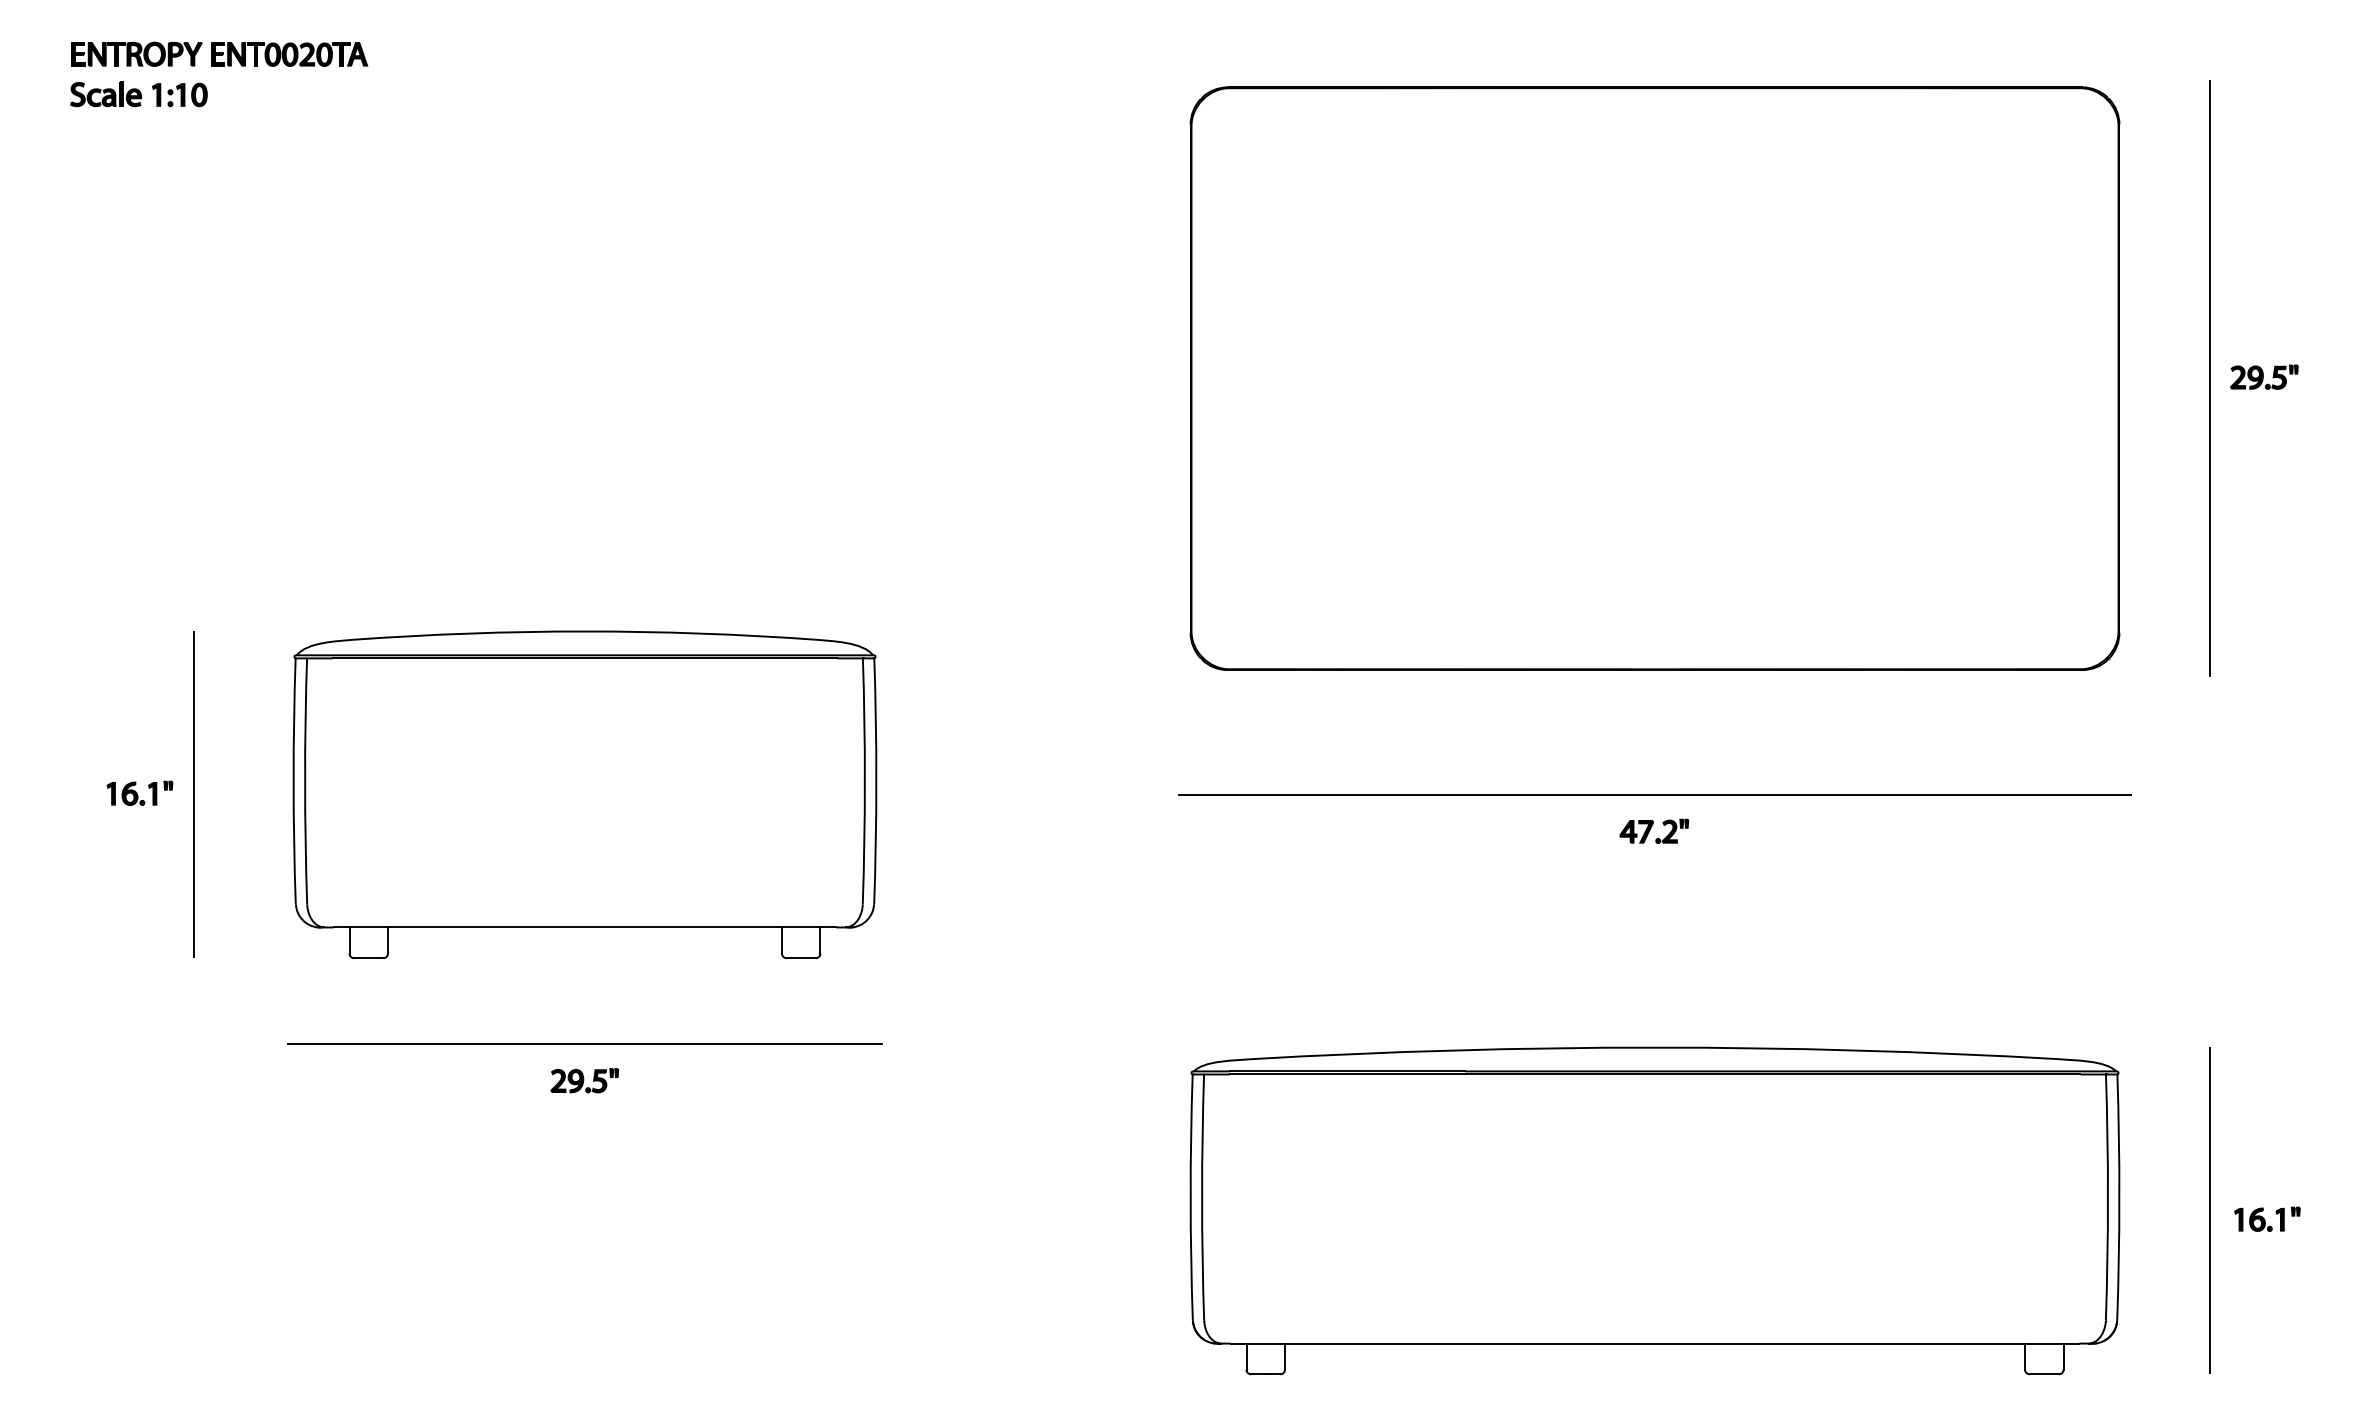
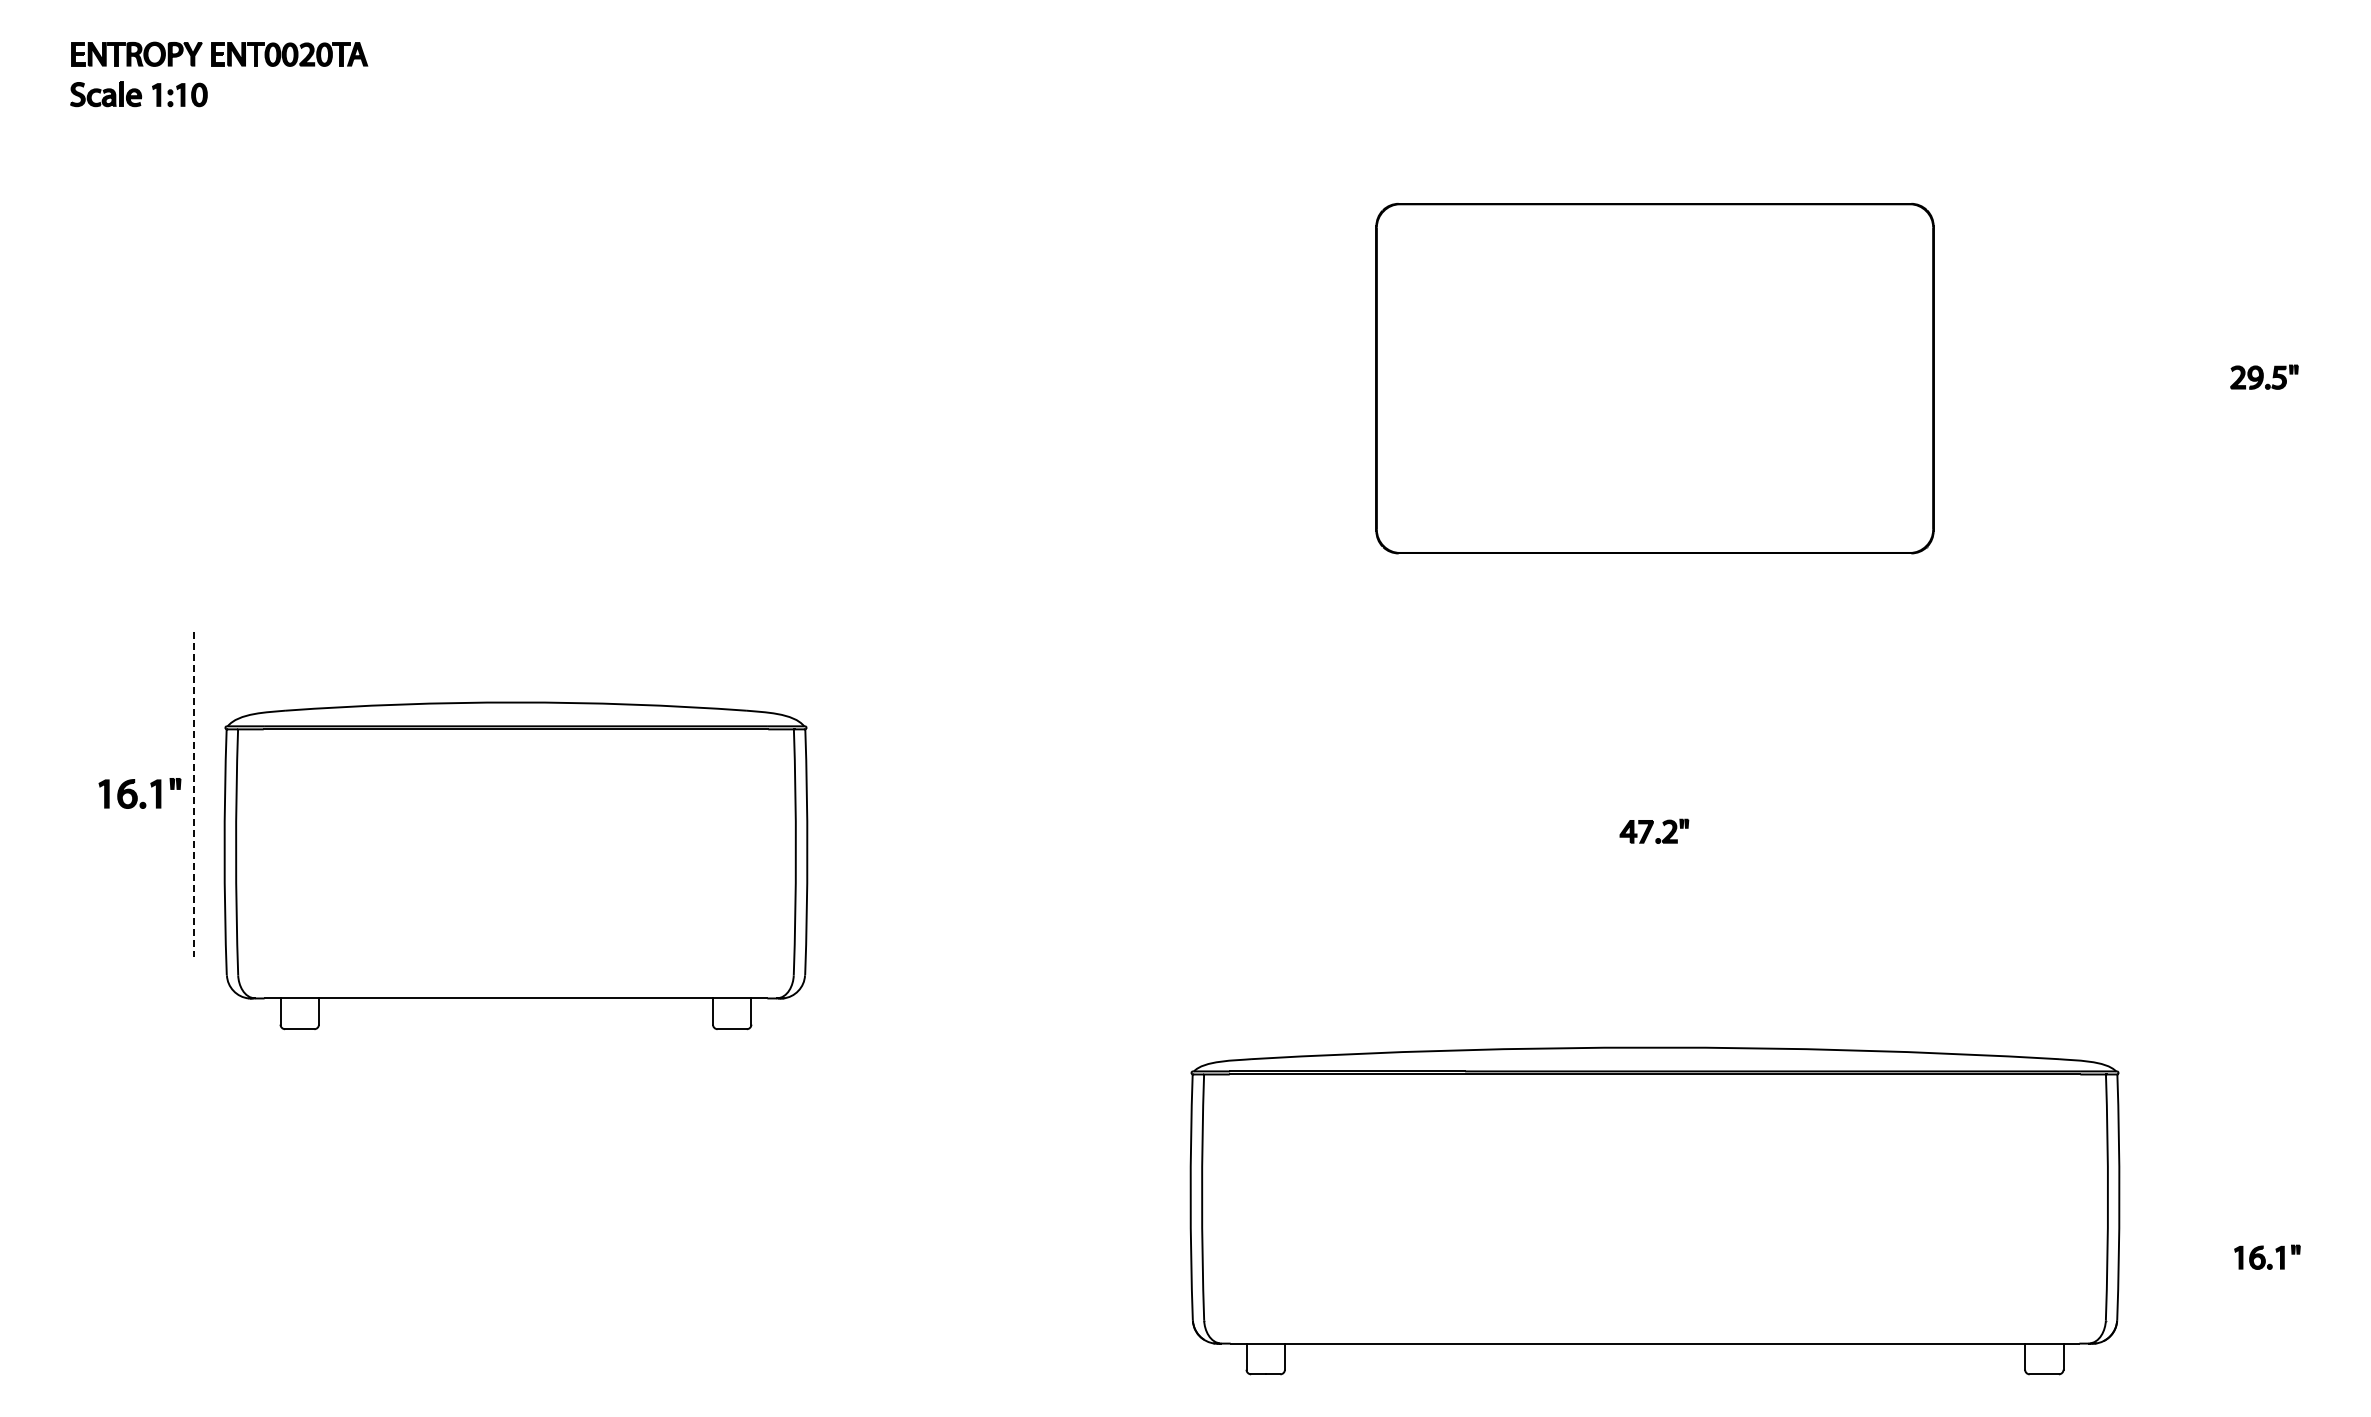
part at (1654, 378) size: 932x585 px -> 560x352 px
line at (2209, 378): present -> none
part at (139, 792) size: 68x26 px -> 84x31 px
part at (584, 794) position: (584, 794) -> (515, 865)
line at (1654, 794): present -> none
line at (193, 795): solid -> dashed
line at (584, 1044): present -> none
part at (584, 1080): present -> none
line at (2209, 1210): present -> none
part at (2267, 1218) position: (2267, 1218) -> (2267, 1256)
